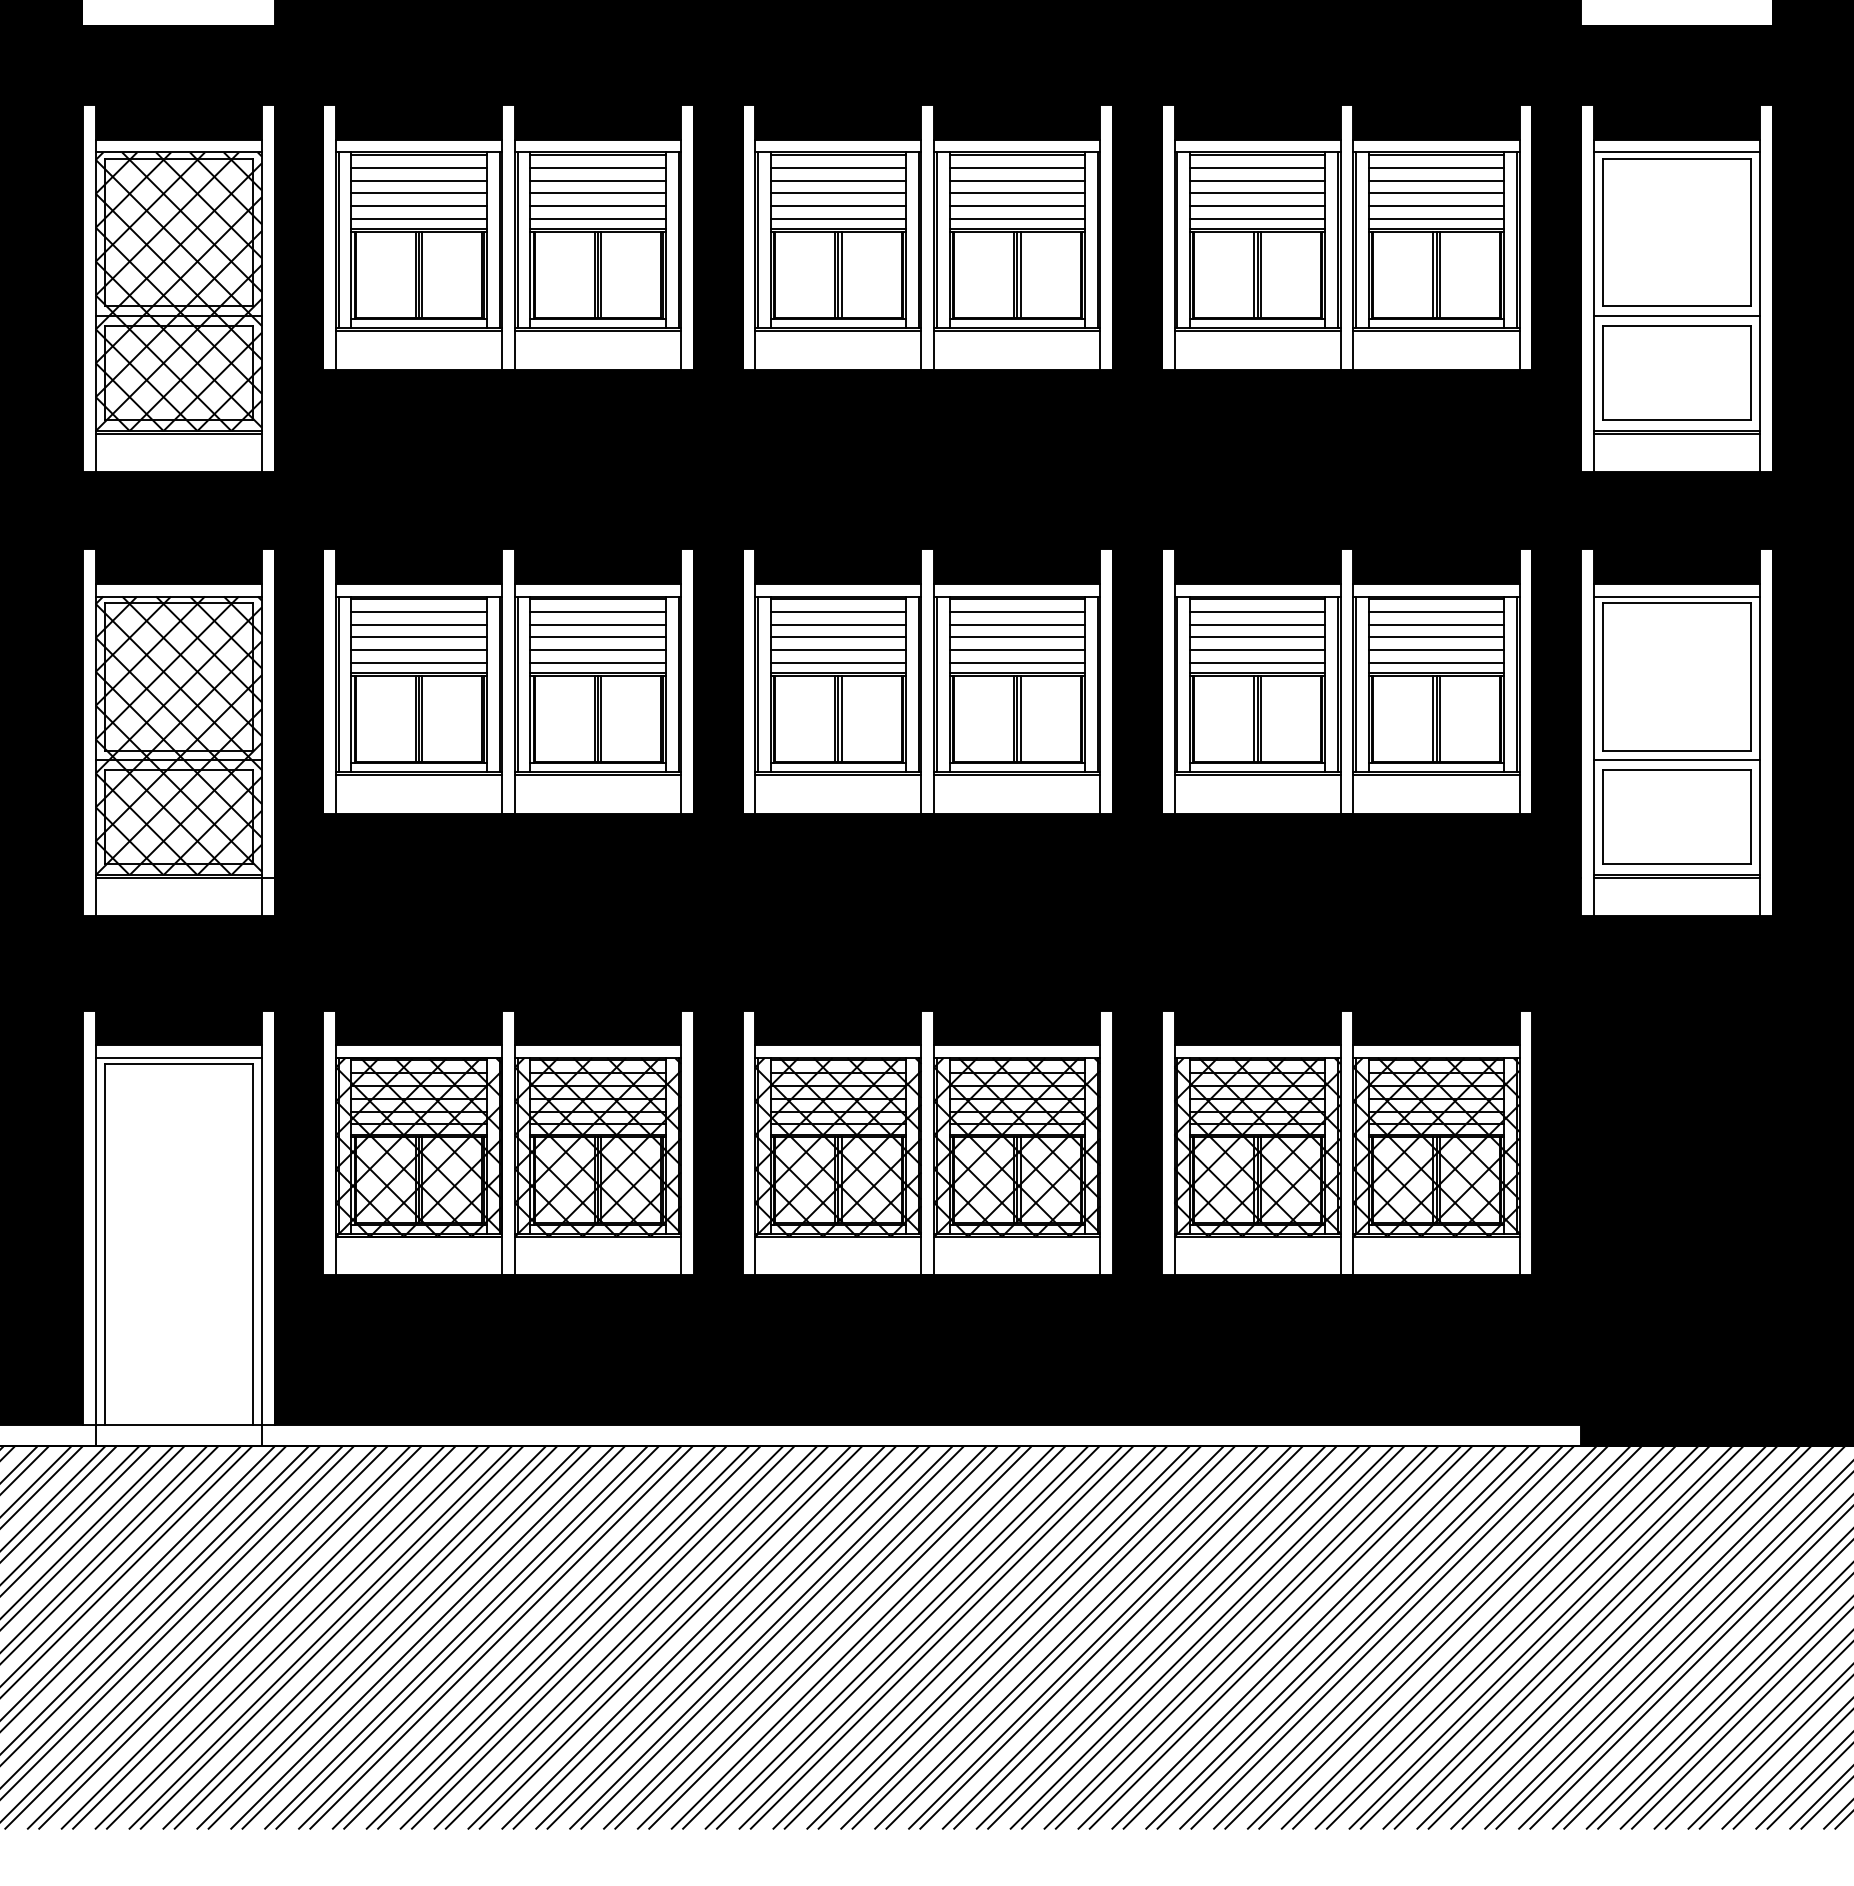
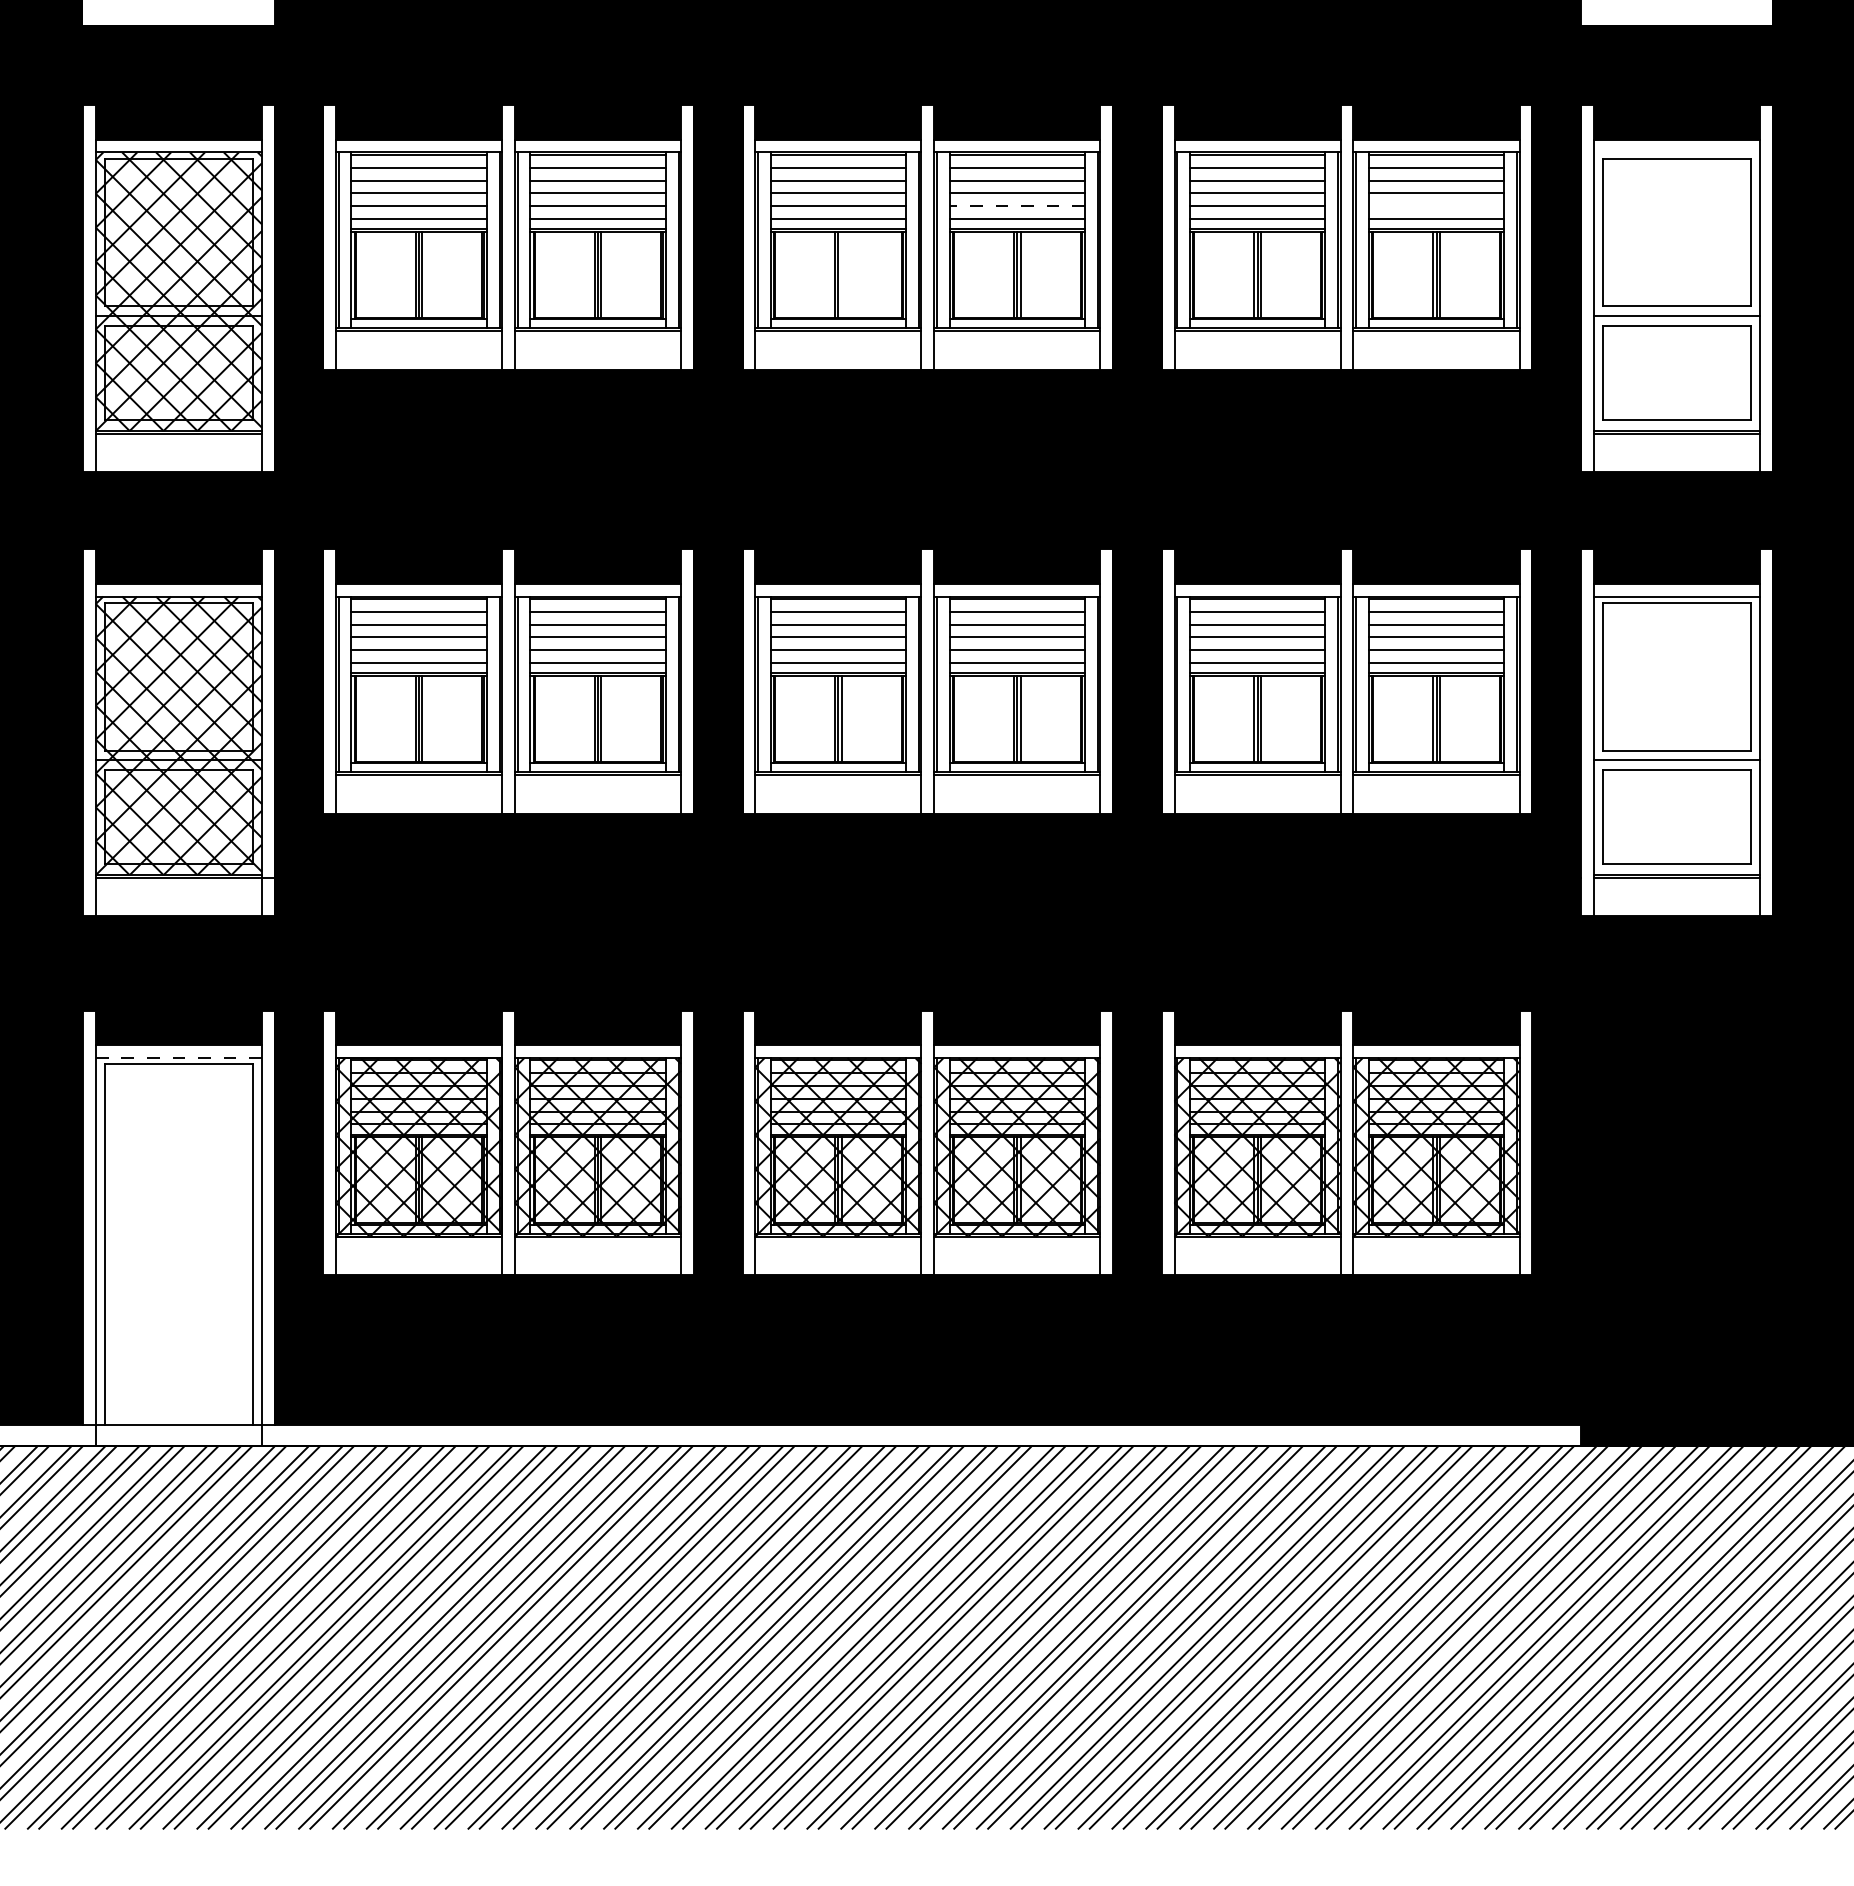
line at (1676, 152): present -> none
line at (1017, 206): solid -> dashed
line at (1436, 206): present -> none
line at (841, 274): present -> none
line at (178, 1057): solid -> dashed
